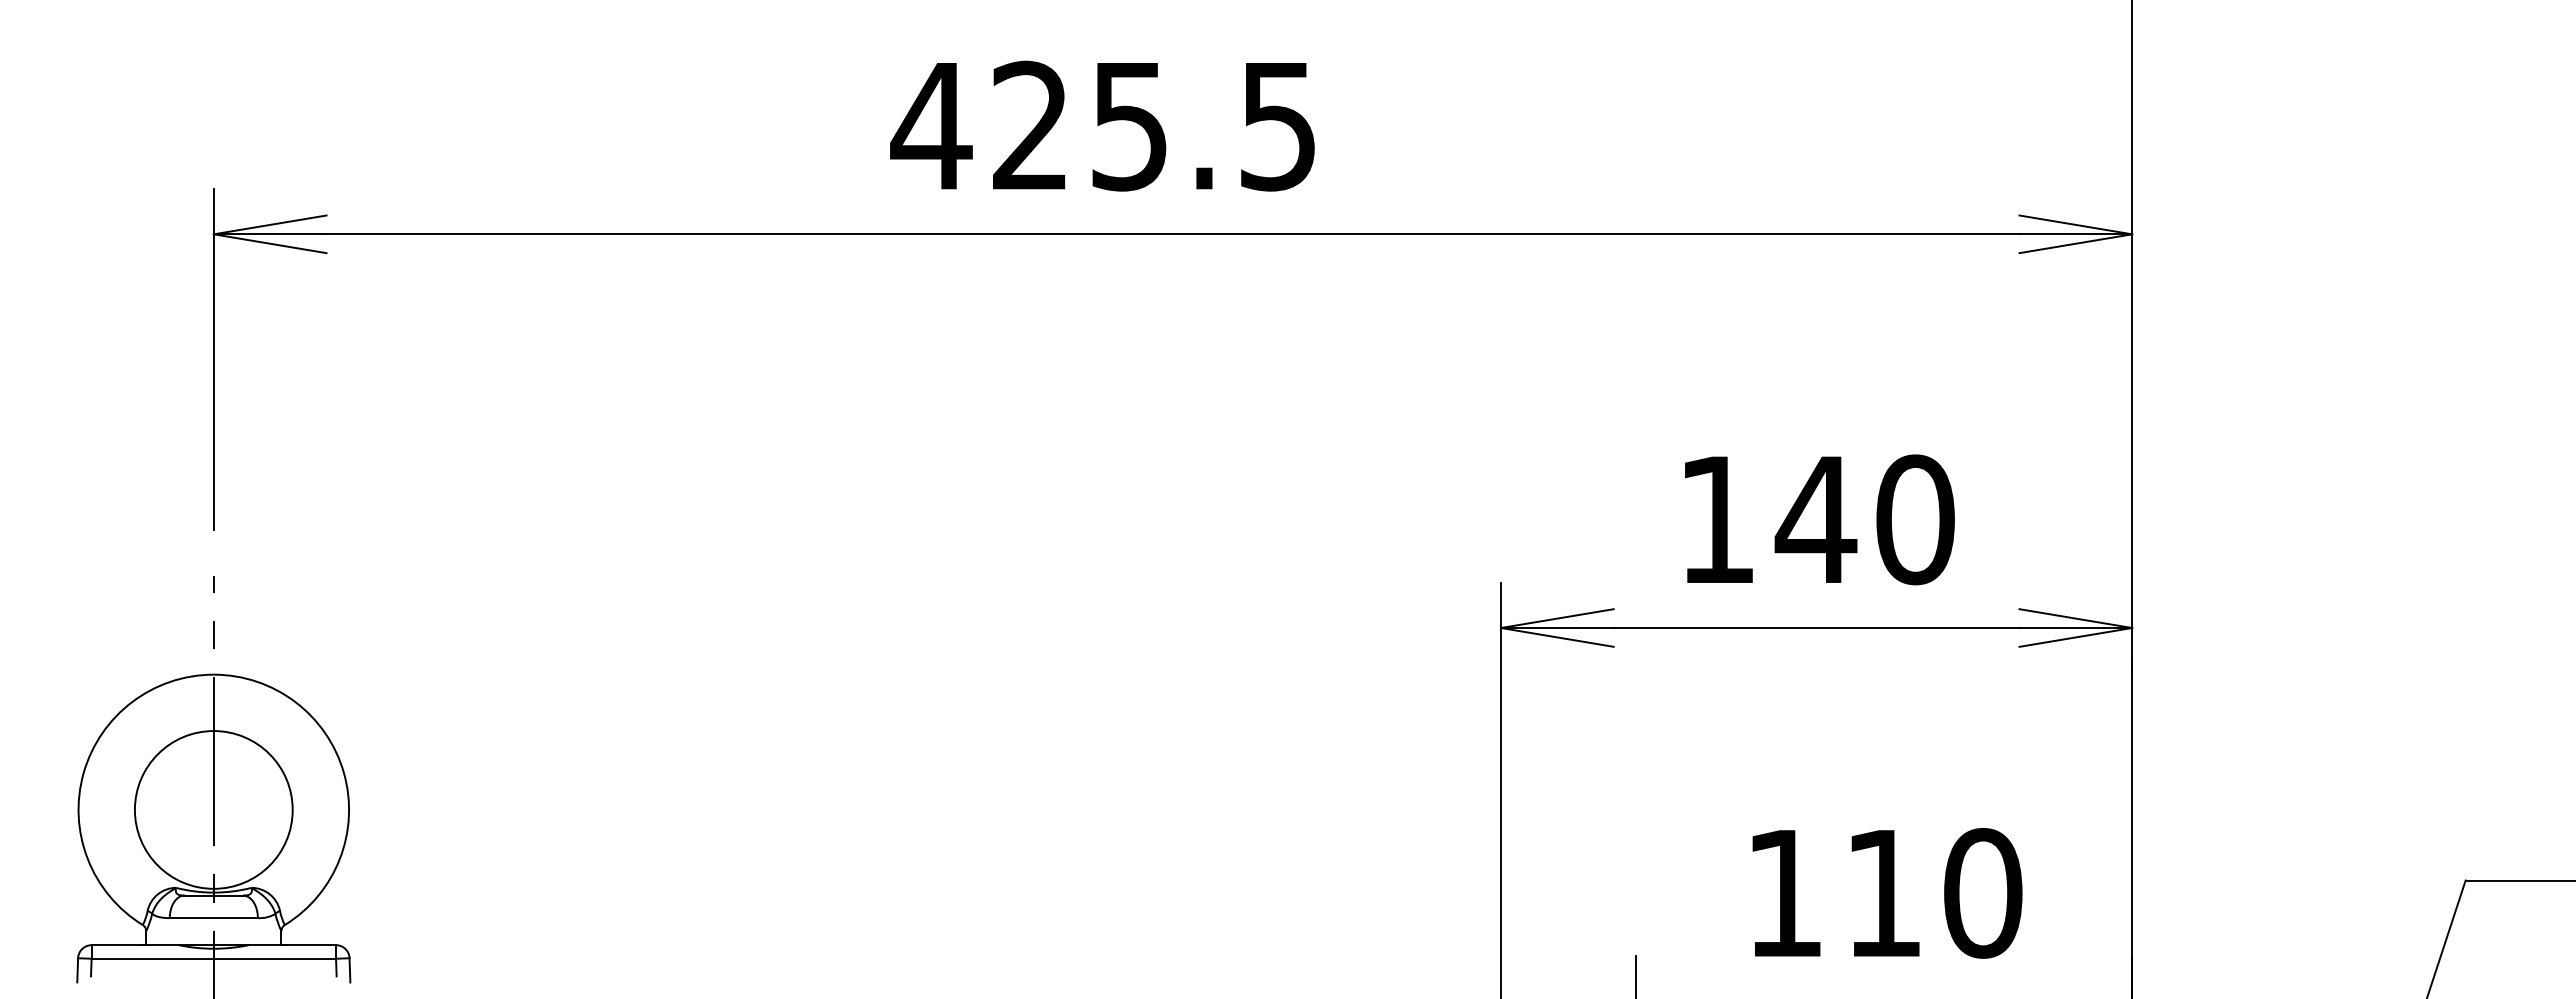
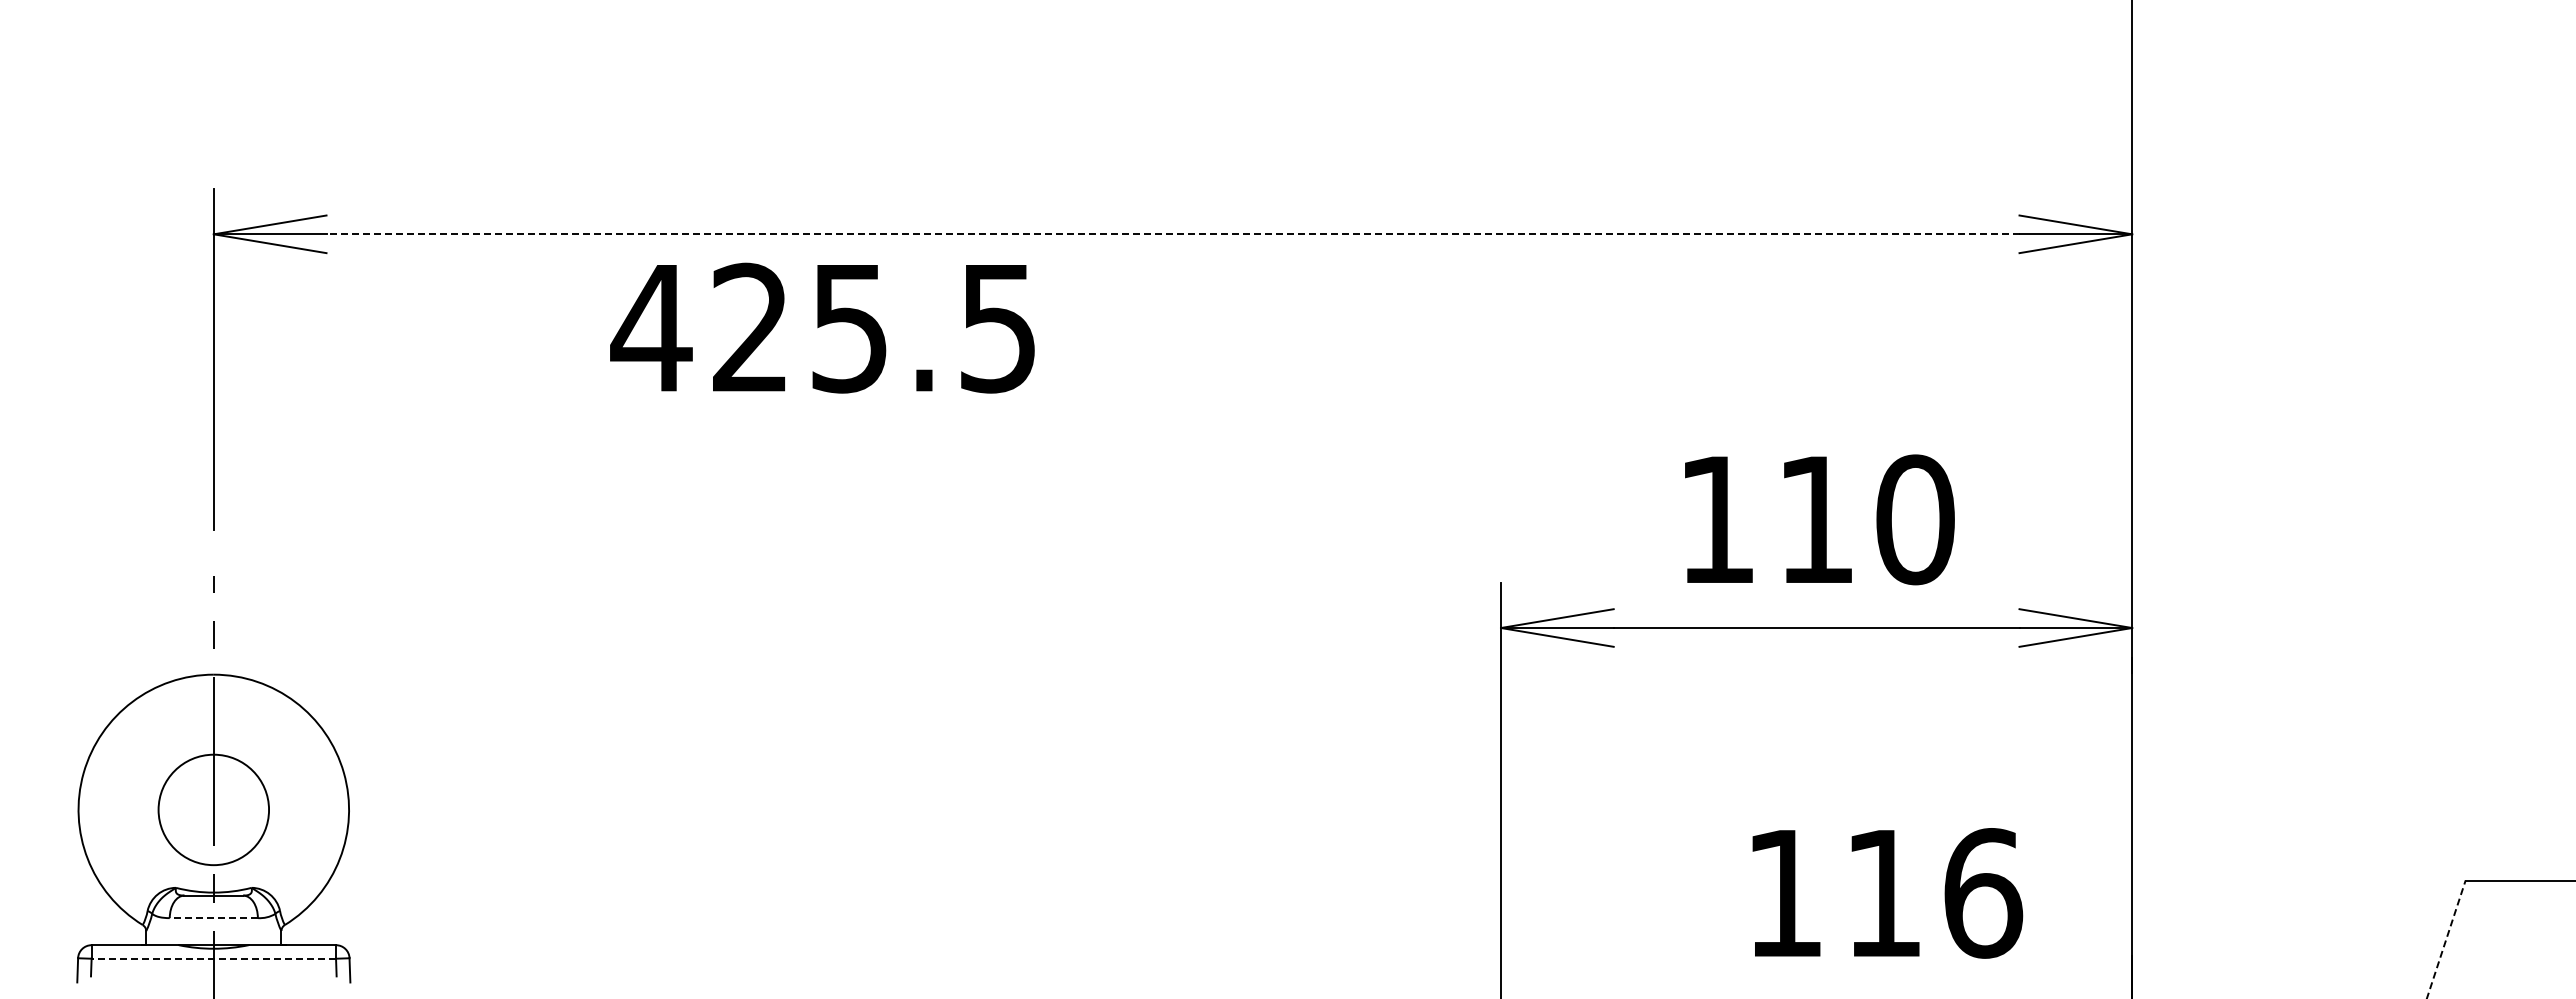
text at (1102, 125) position: (1102, 125) -> (822, 327)
line at (1172, 234): solid -> dashed
text at (1815, 519): 140 -> 110
circle at (213, 809) diameter: 158 px -> 110 px
text at (1983, 893): 110 -> 116
line at (213, 918): solid -> dashed
line at (2446, 939): solid -> dashed
line at (213, 958): solid -> dashed
line at (1636, 975): present -> none
